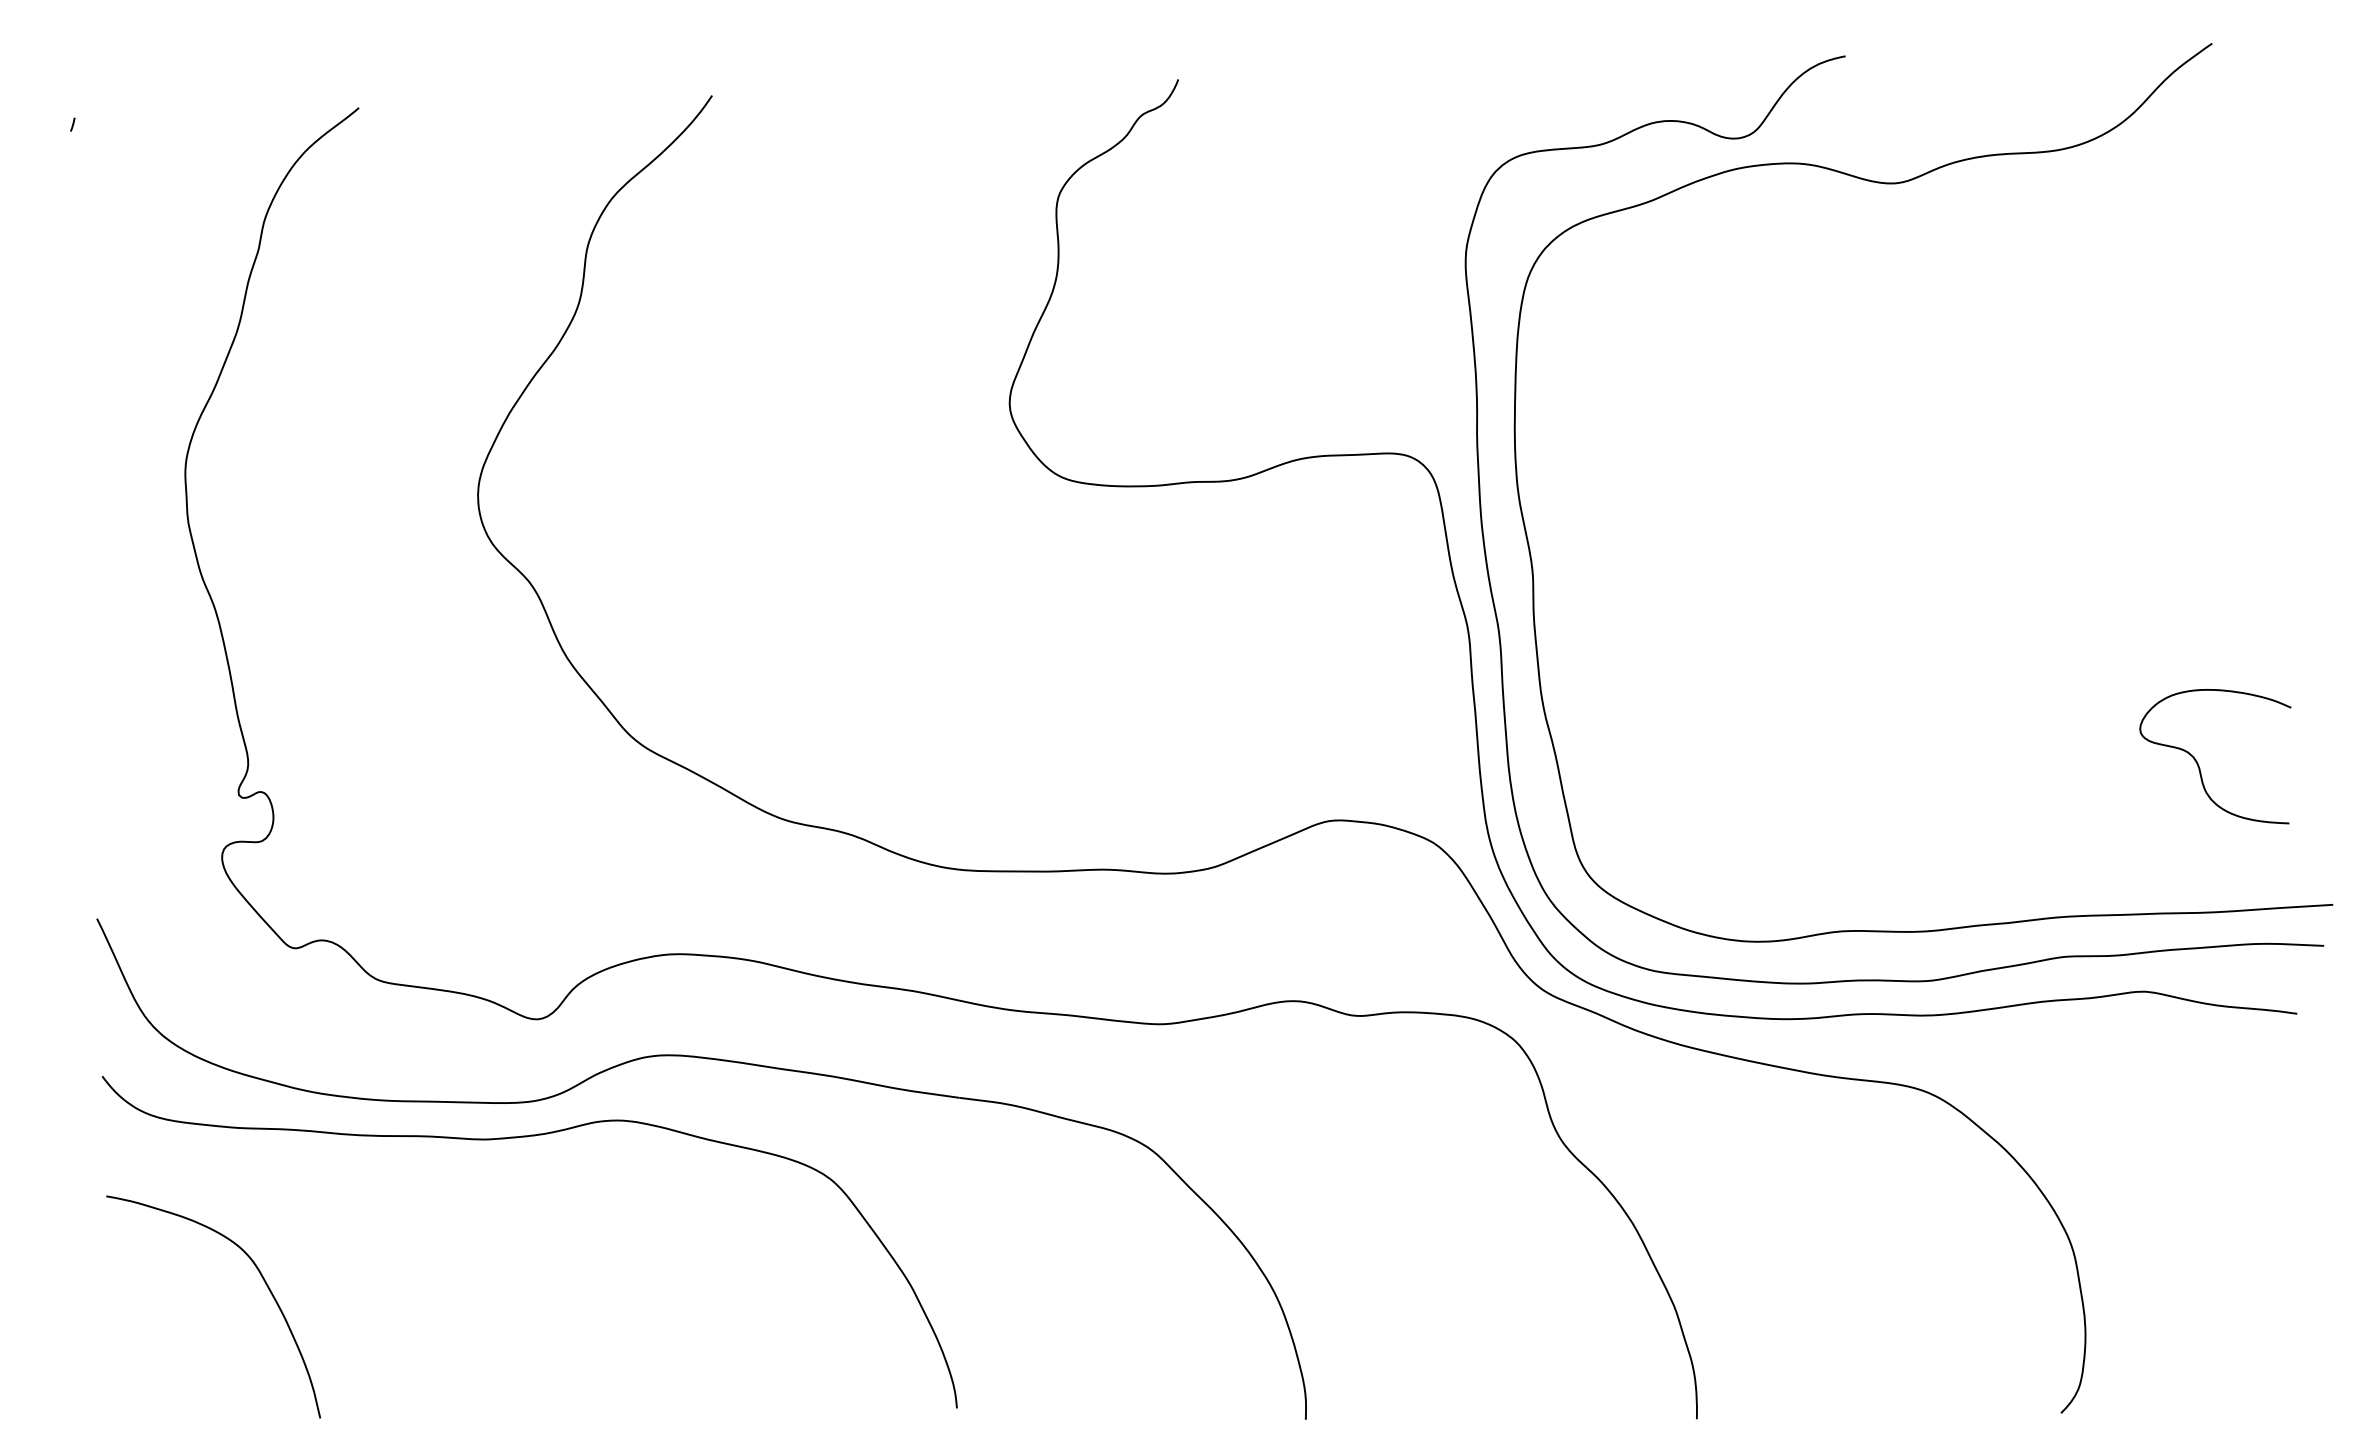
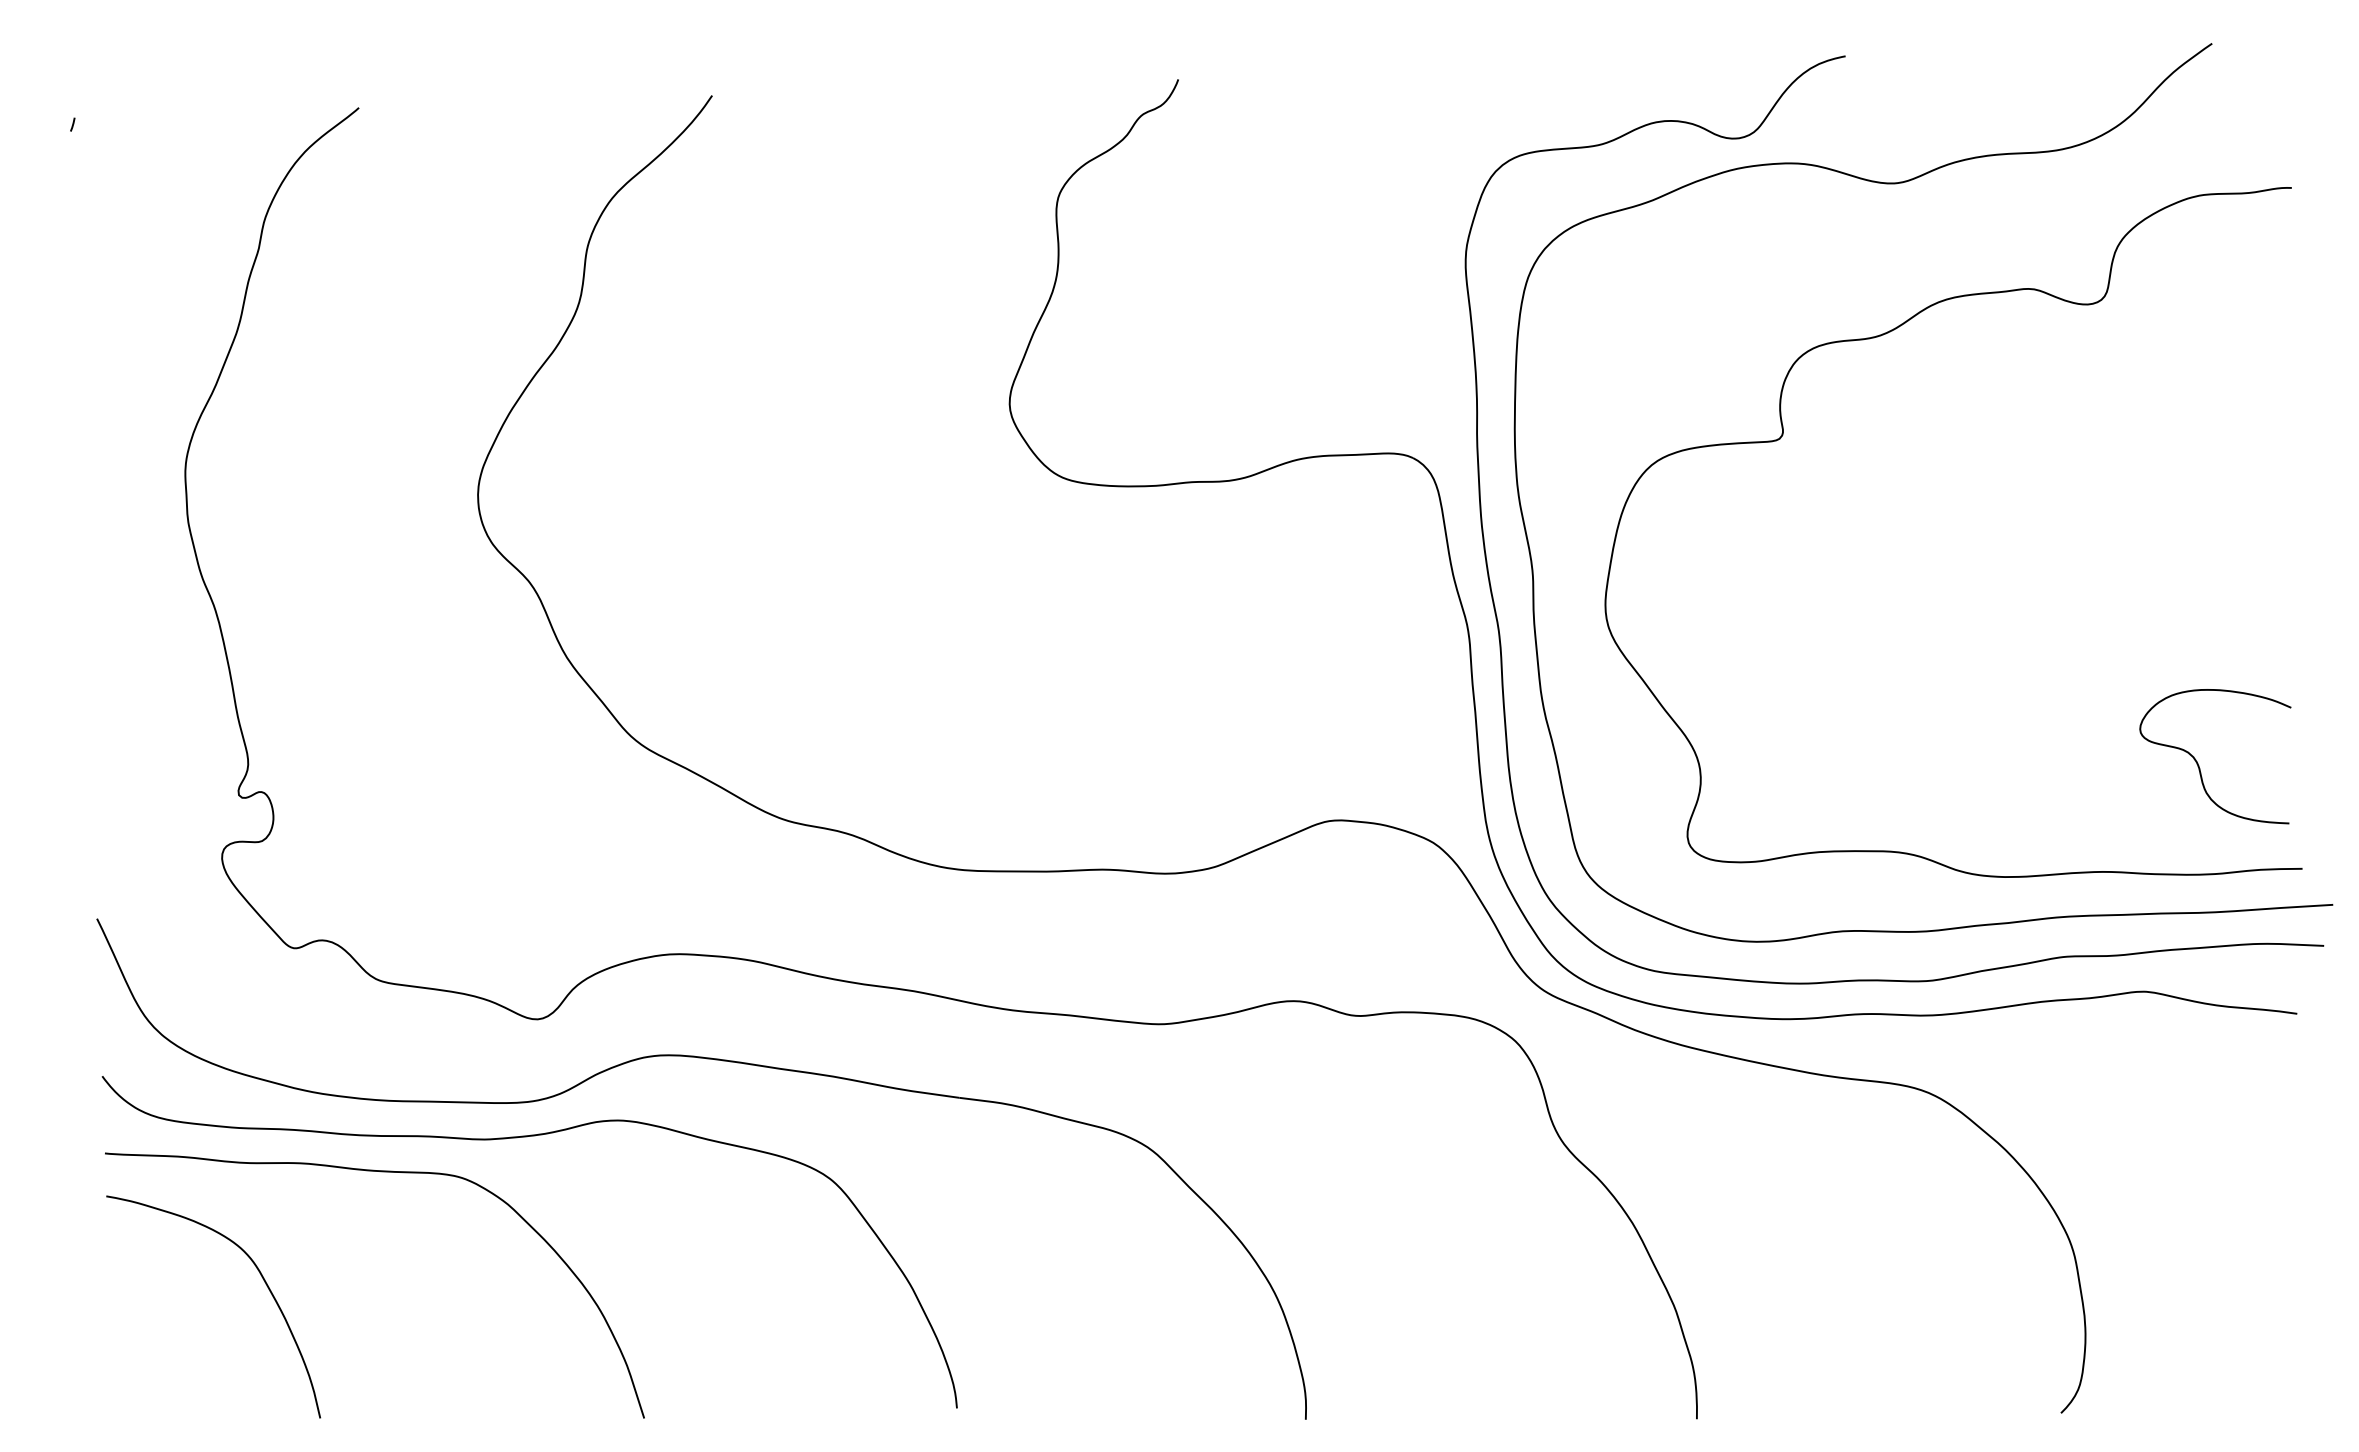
curve at (1783, 435): none -> present
curve at (380, 1172): none -> present
